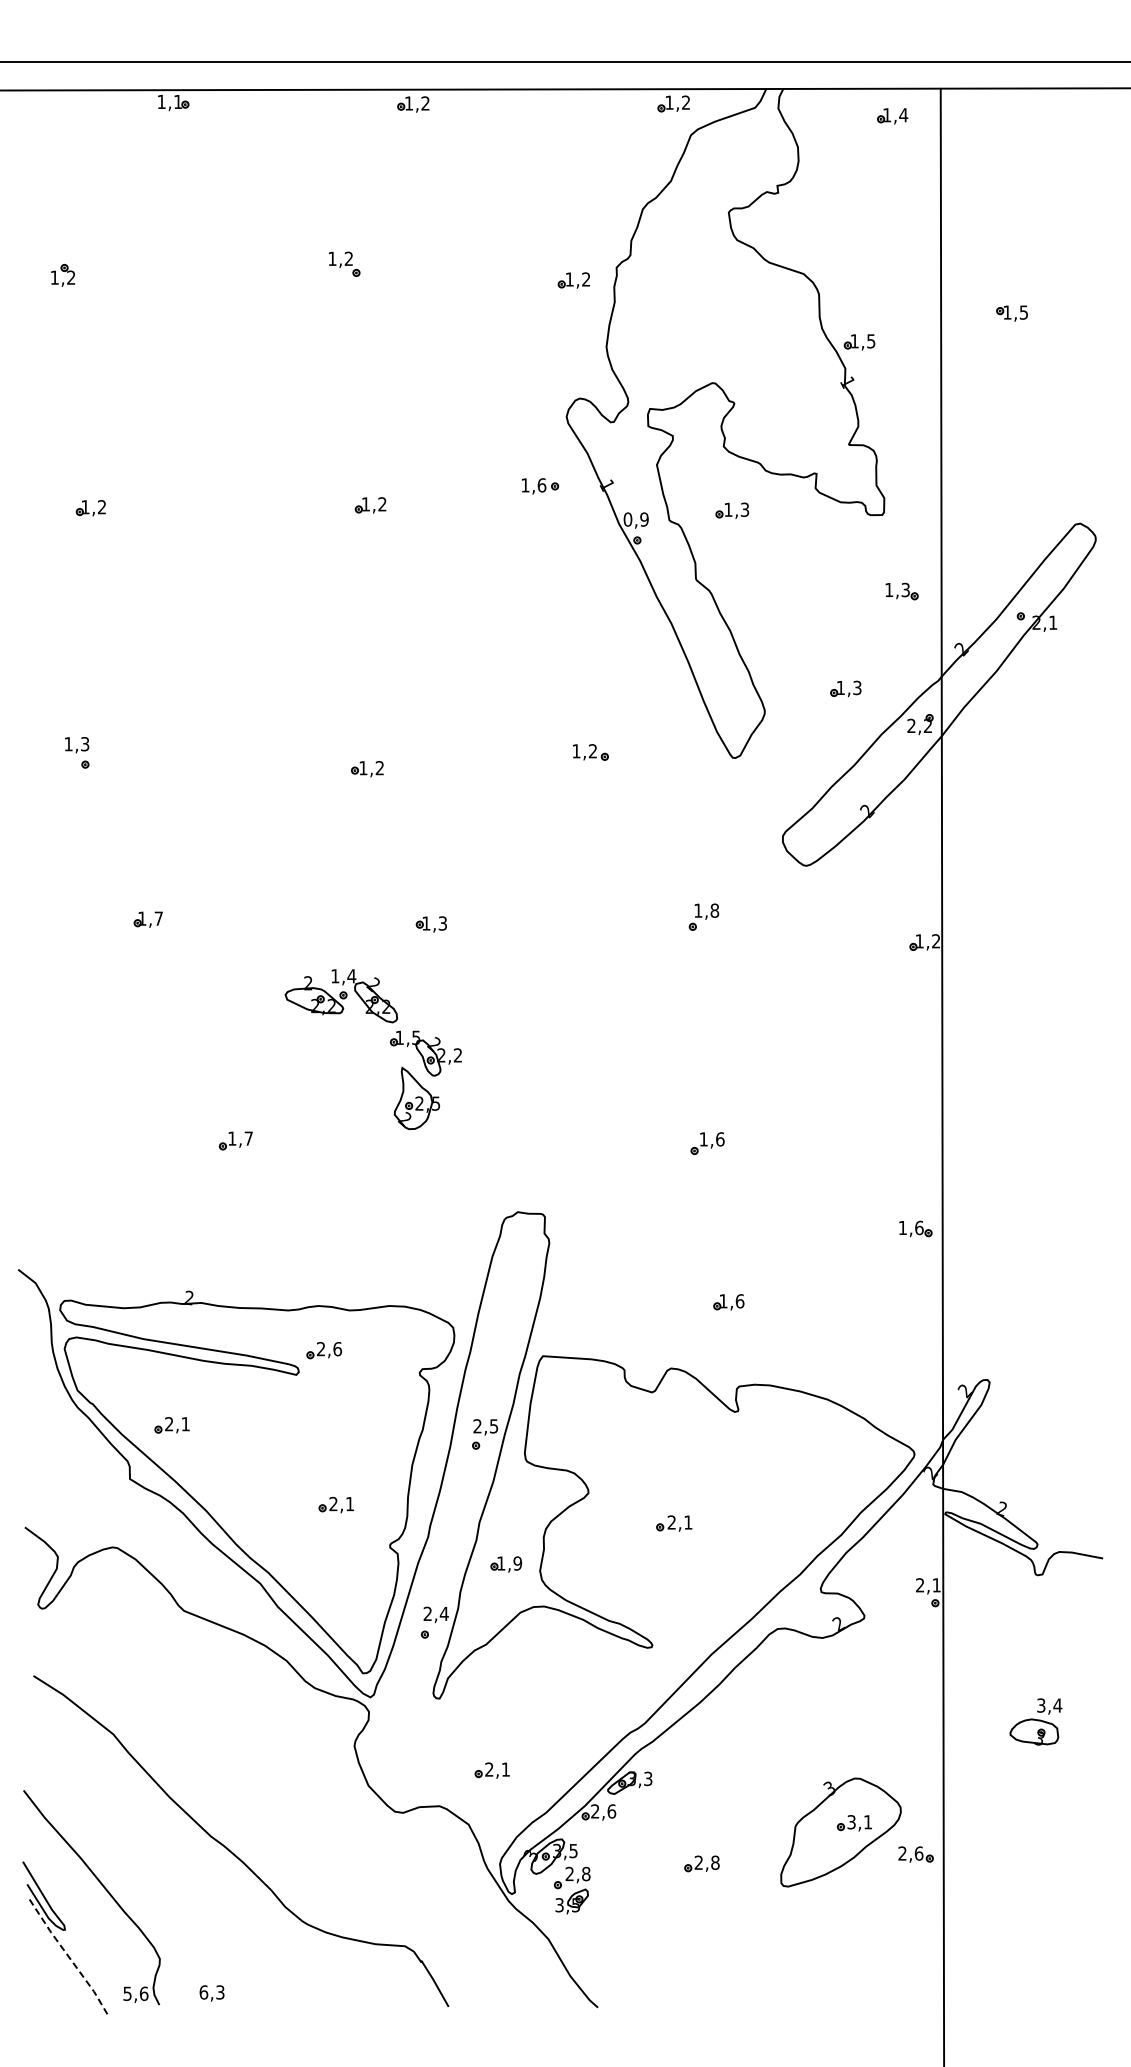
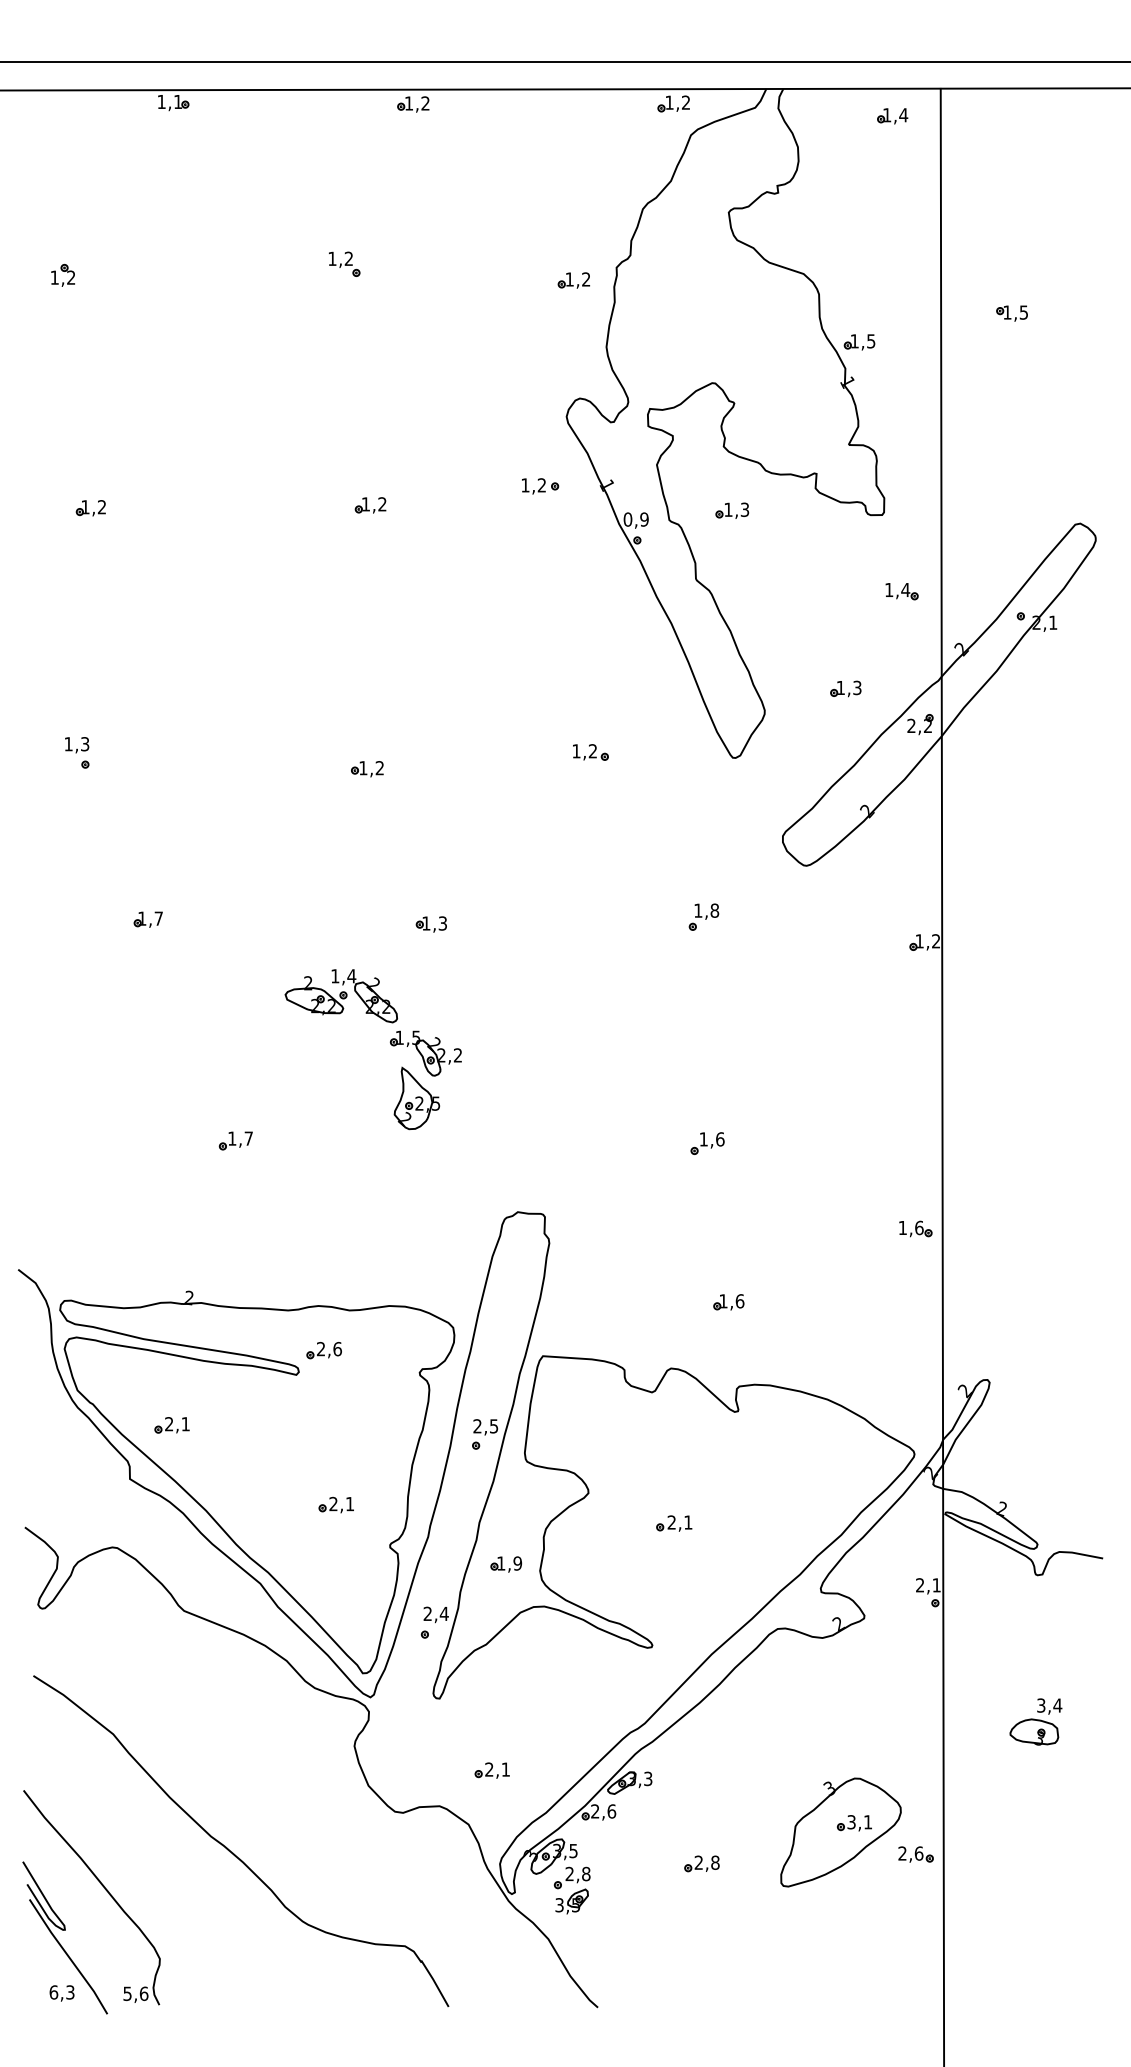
text at (541, 485): 1,6 -> 1,2
text at (905, 589): 1,3 -> 1,4
line at (68, 1956): dashed -> solid
text at (211, 1993) position: (211, 1993) -> (61, 1993)
